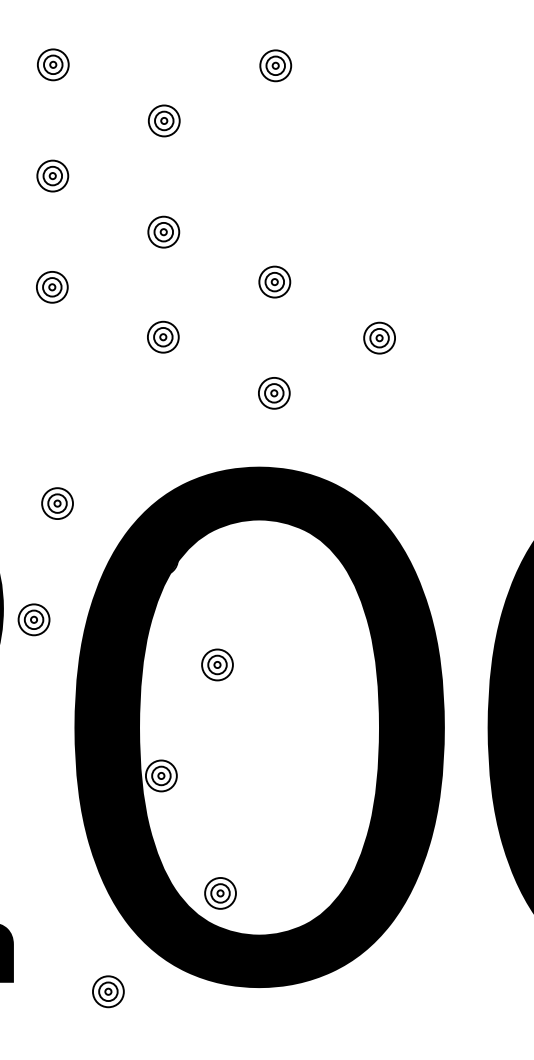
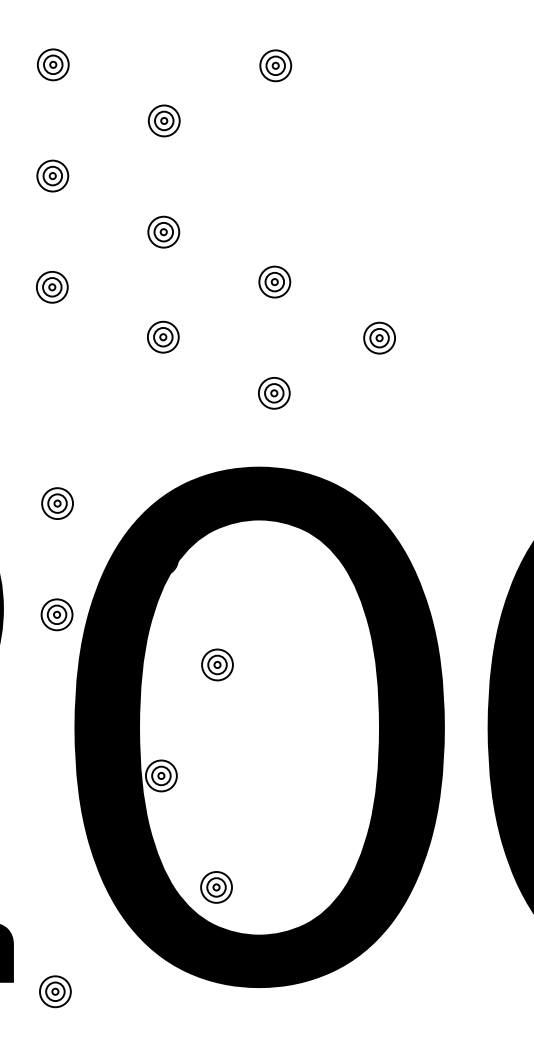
part at (33, 619) position: (33, 619) -> (56, 614)
part at (220, 893) position: (220, 893) -> (216, 887)
part at (108, 991) position: (108, 991) -> (55, 991)
